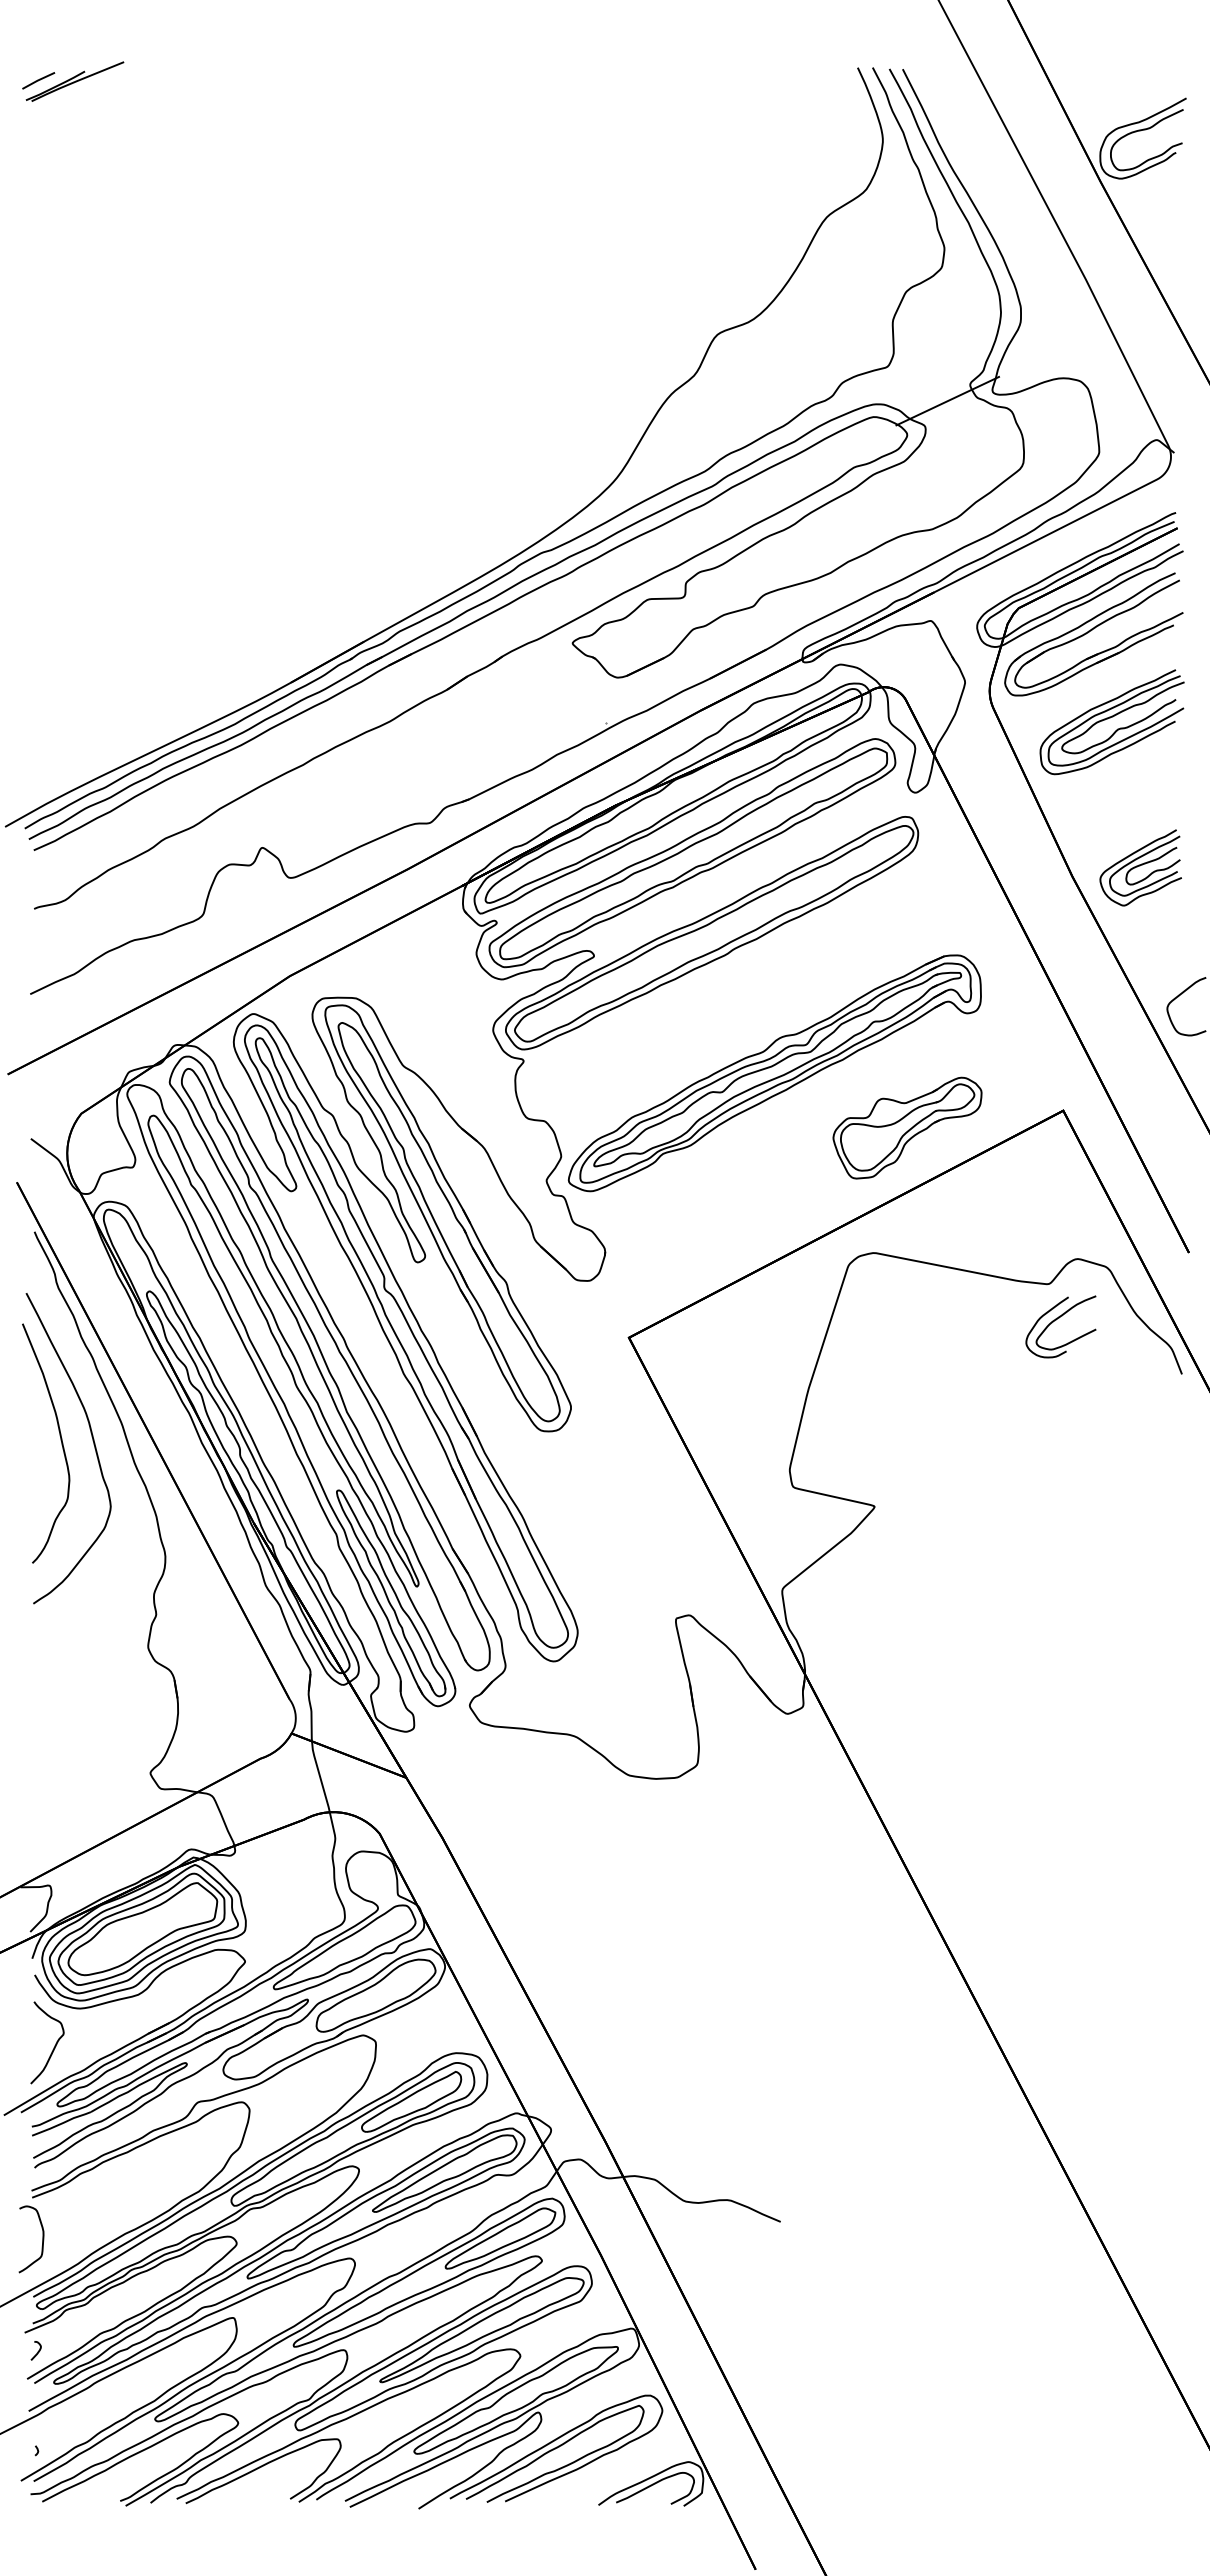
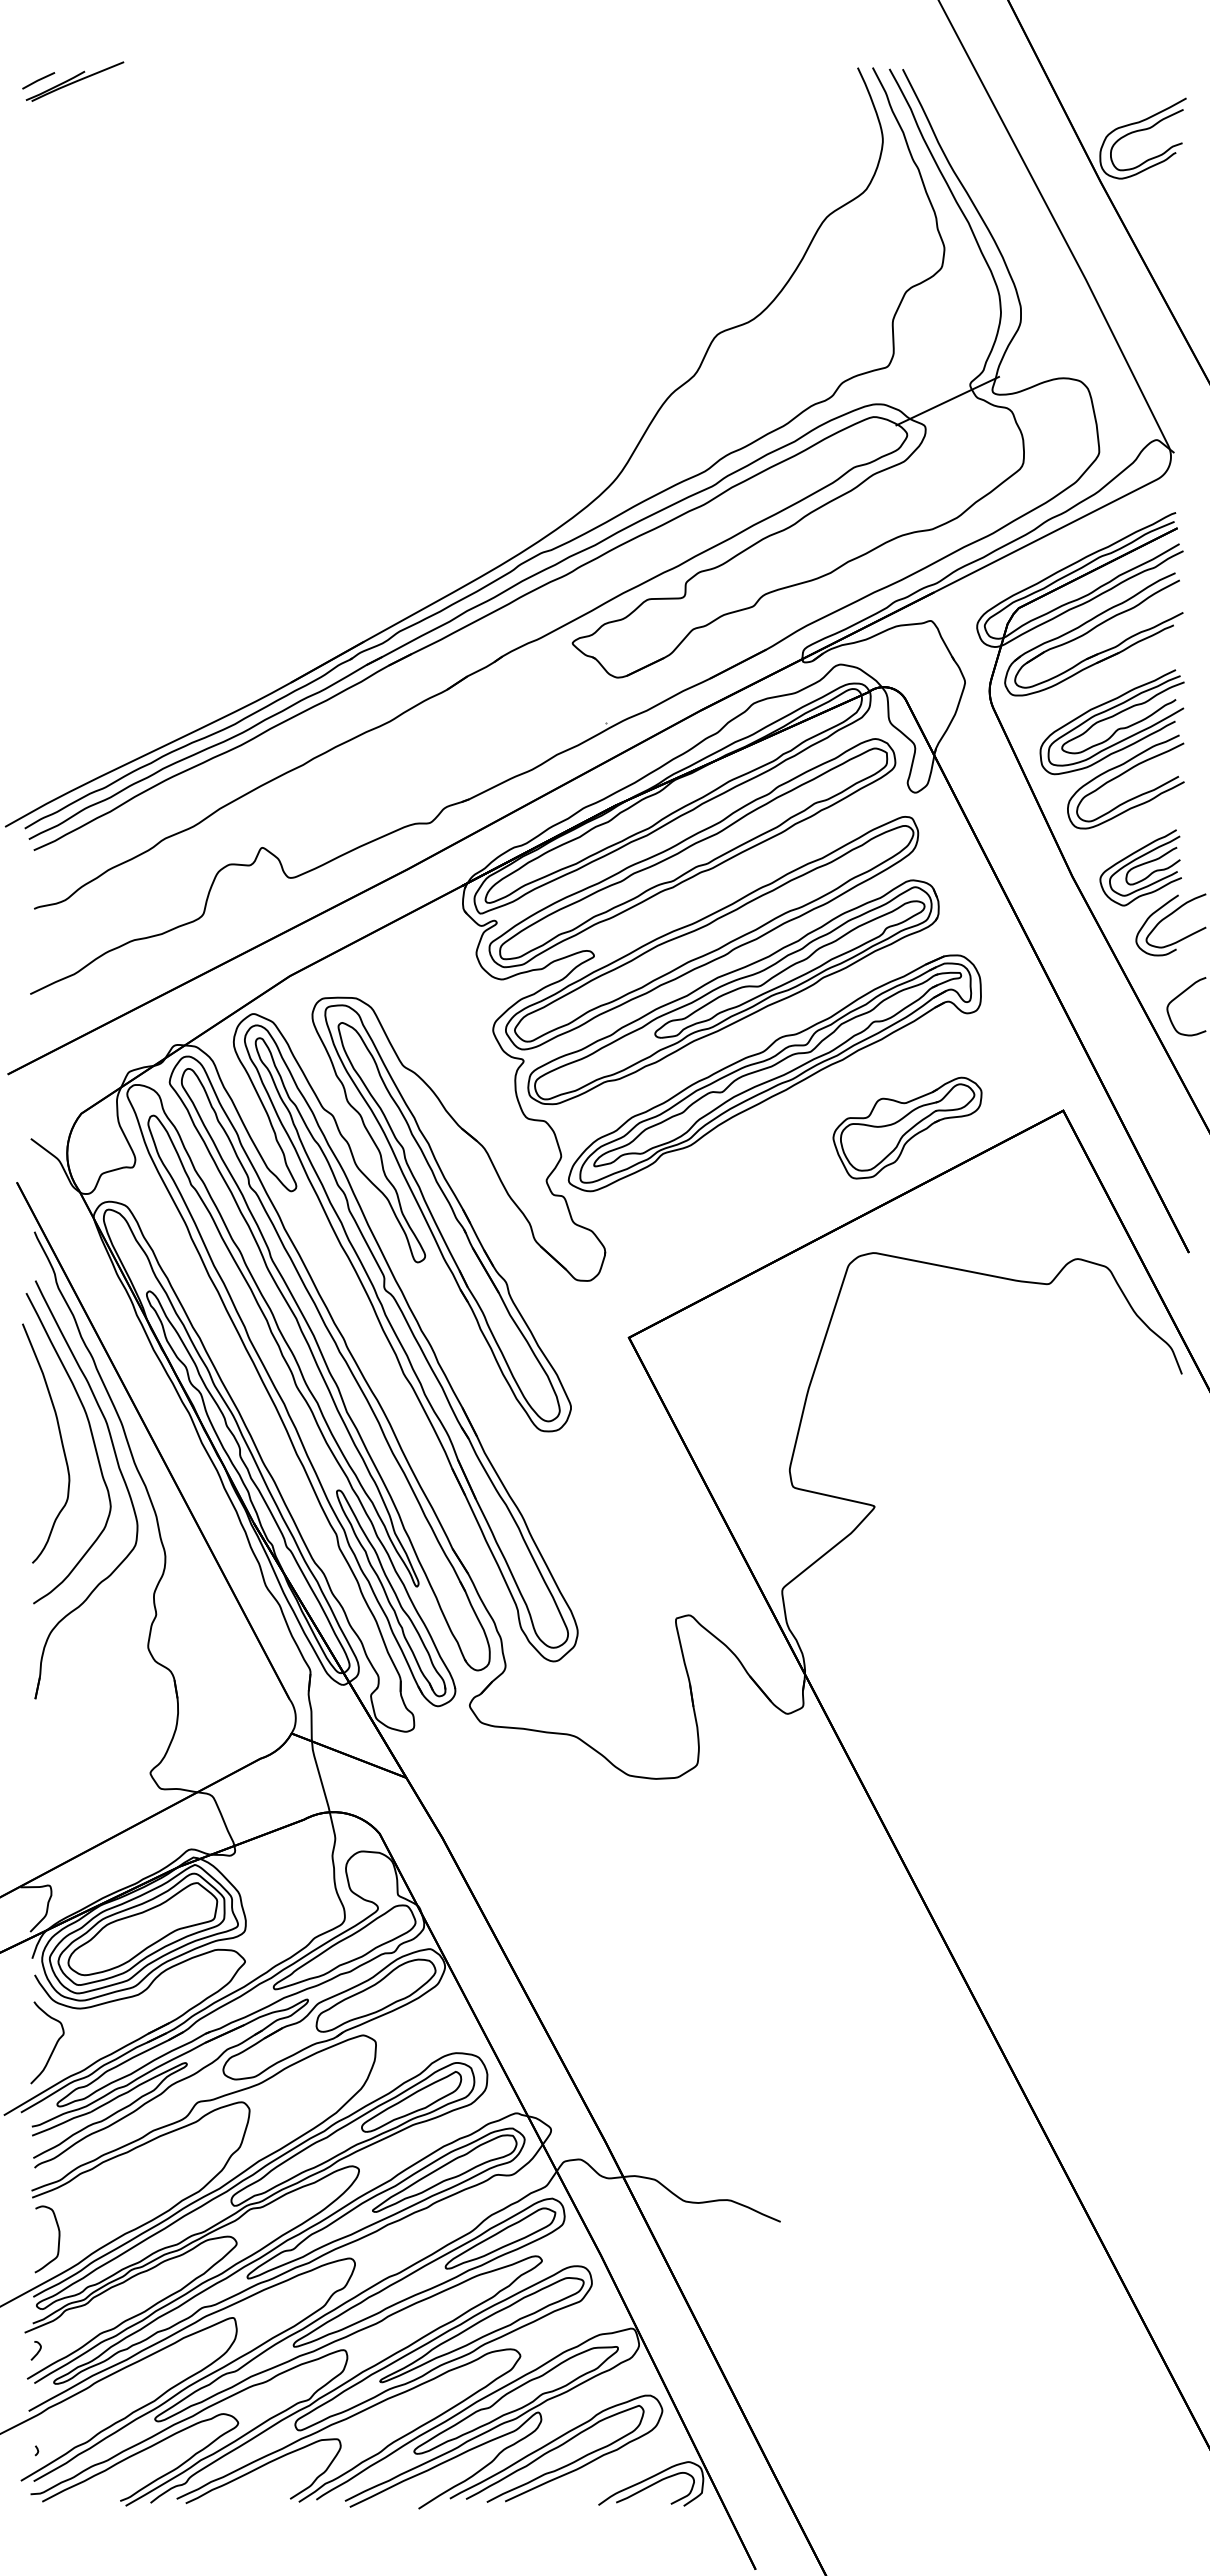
part at (1120, 776): none -> present
part at (733, 992): none -> present
part at (1056, 1320) position: (1056, 1320) -> (1166, 918)
part at (120, 1474): none -> present
curve at (42, 2239) position: (42, 2239) -> (58, 2239)
